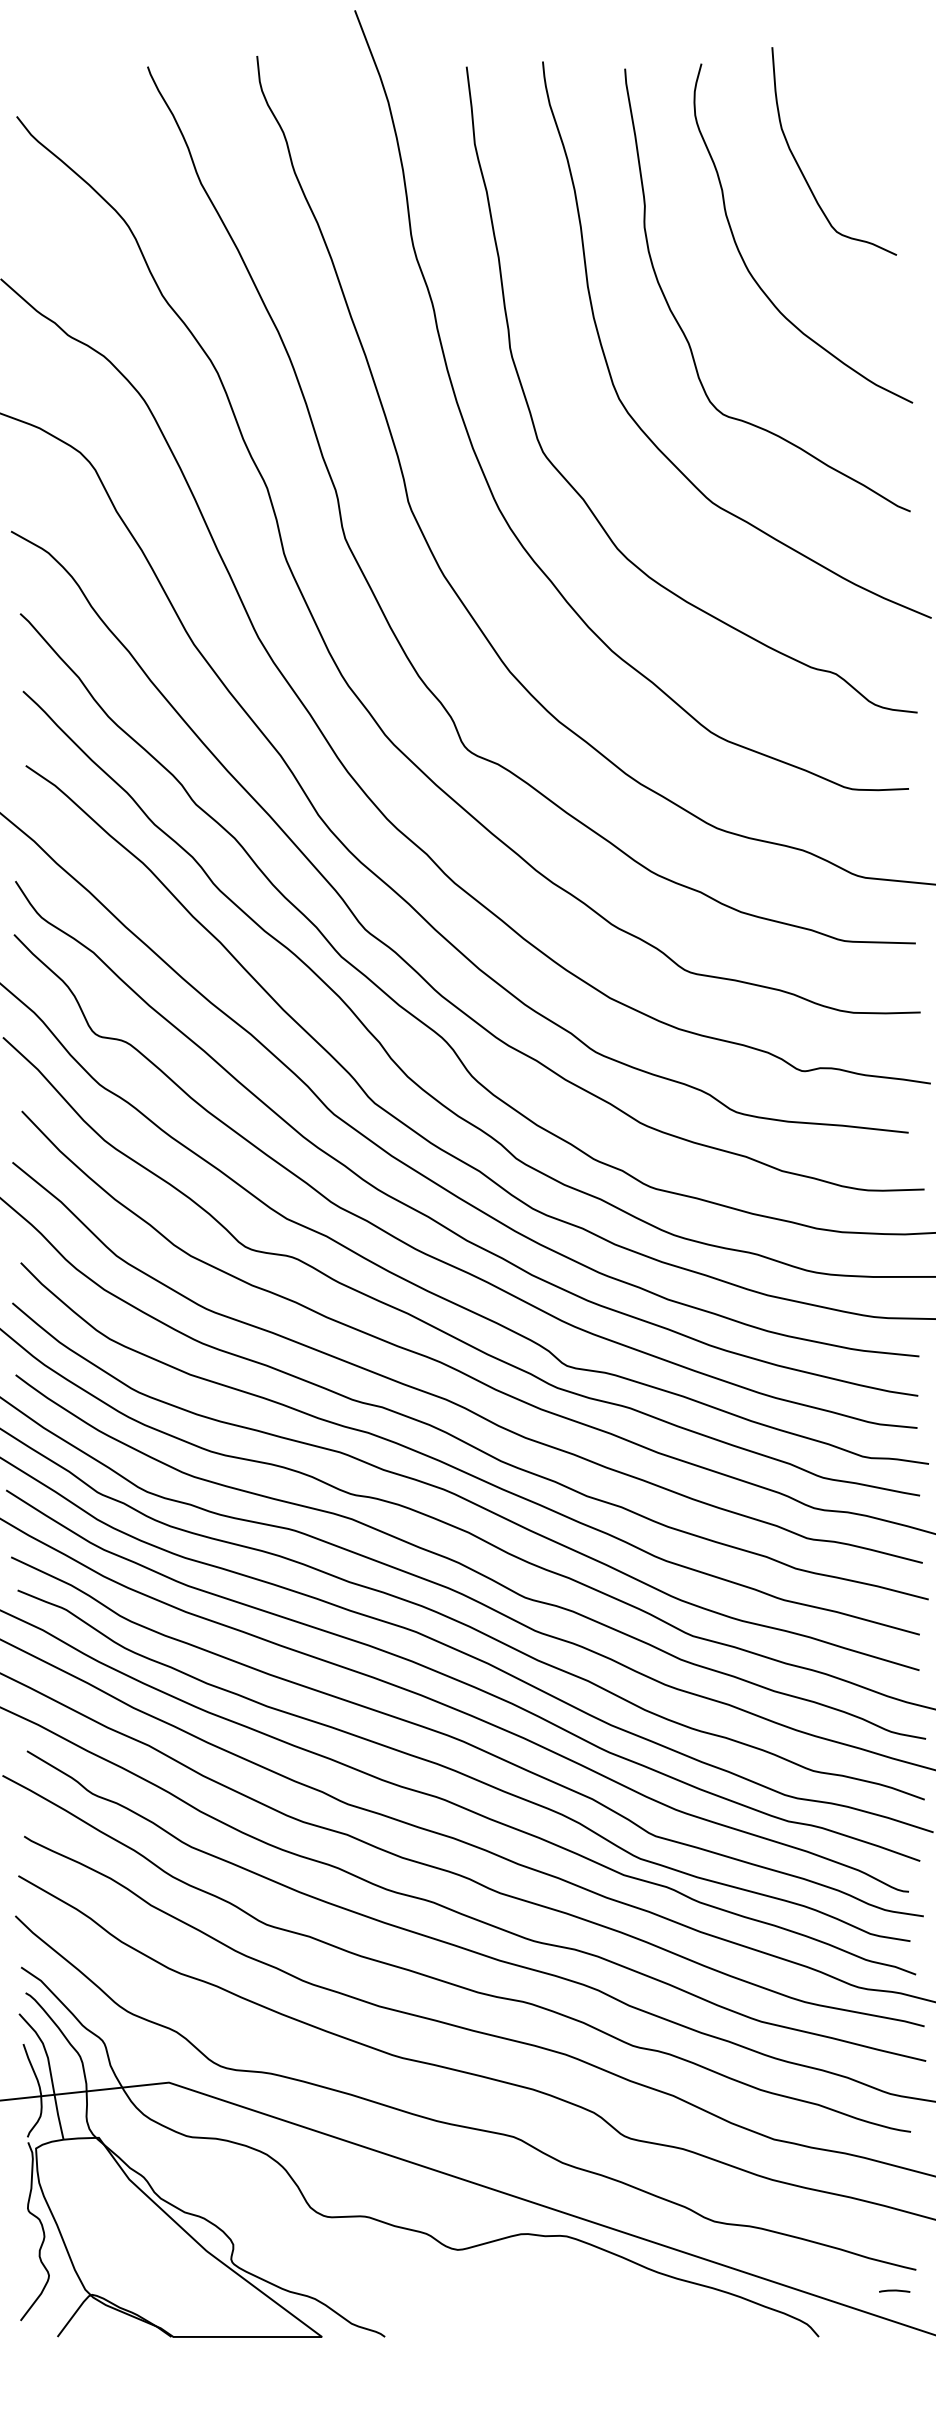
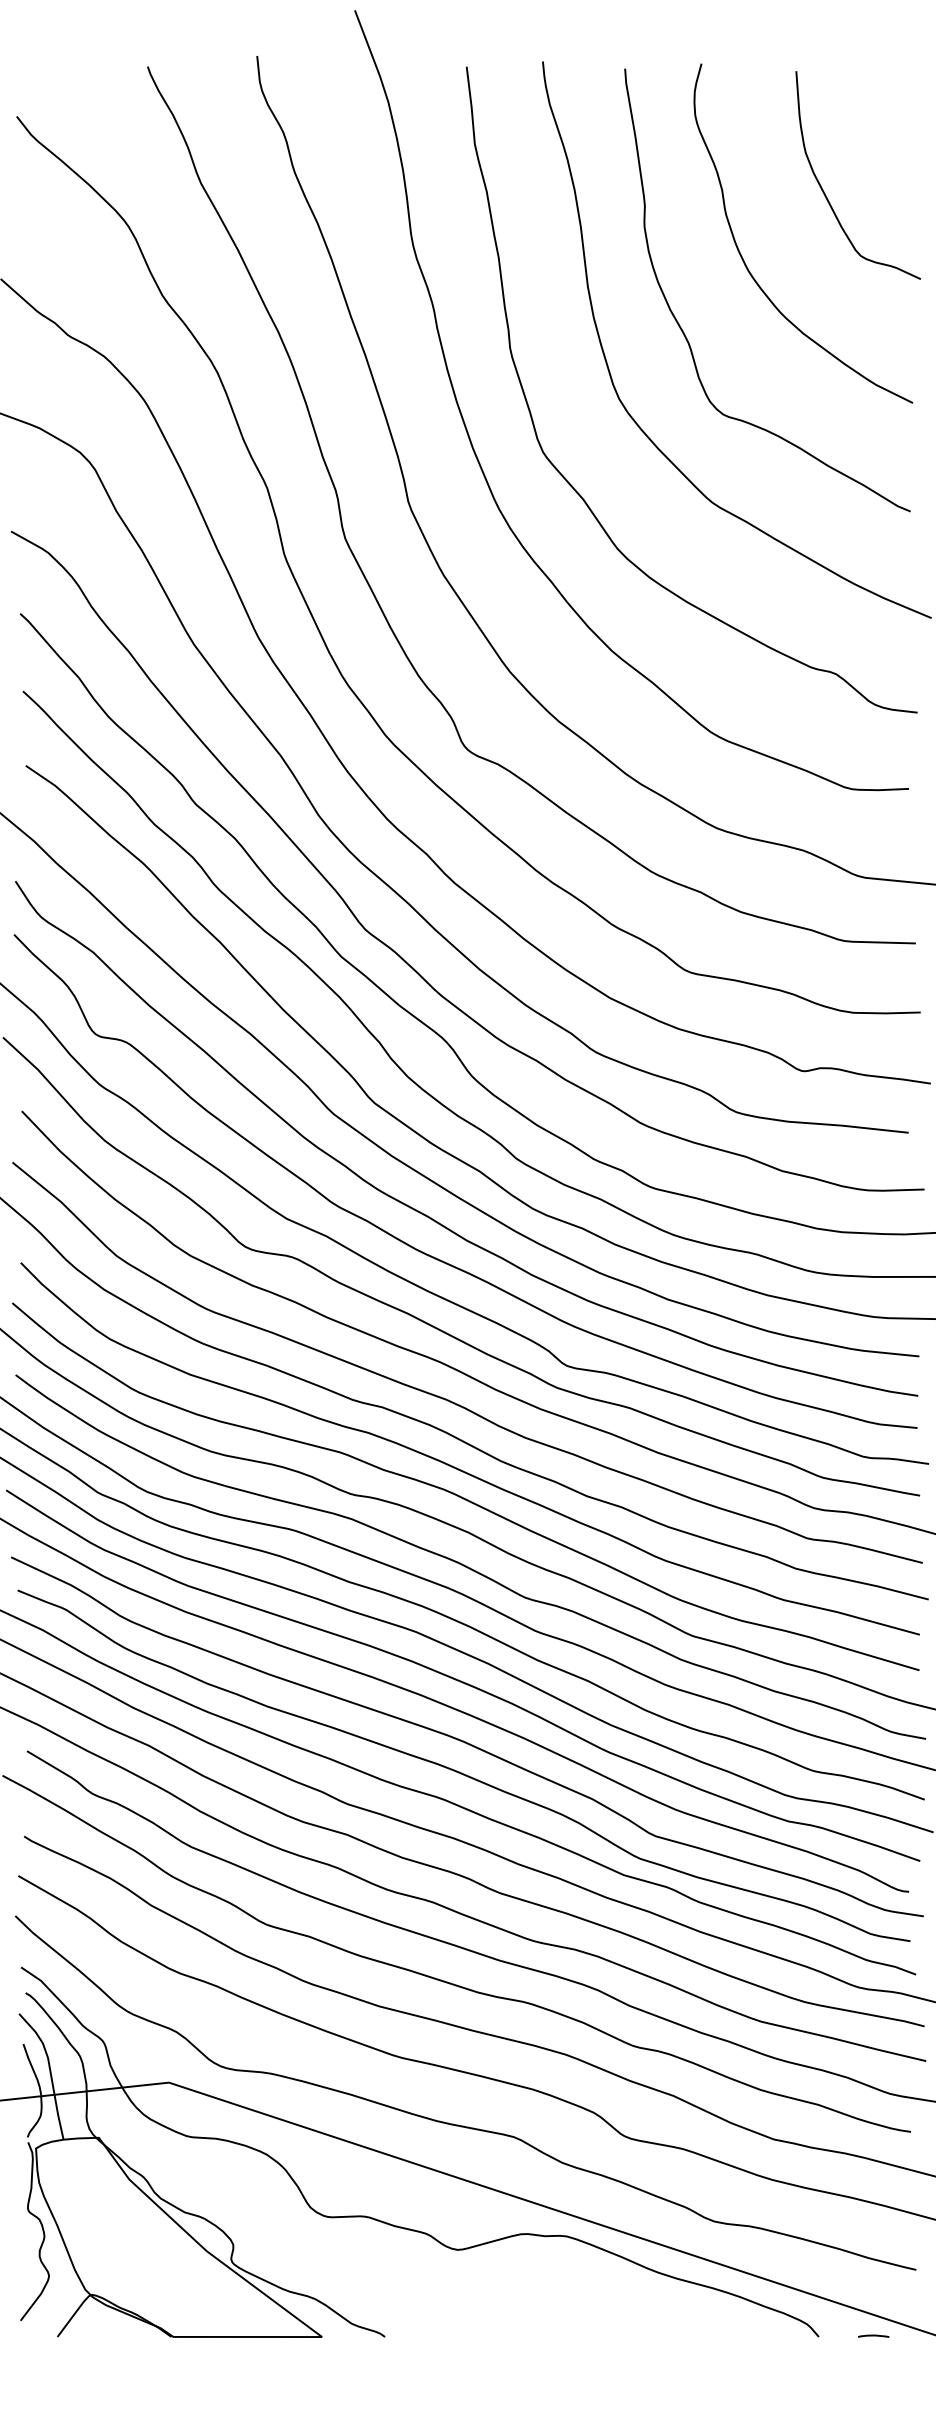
curve at (800, 167) position: (800, 167) -> (824, 191)
line at (894, 2290) position: (894, 2290) -> (873, 2335)
